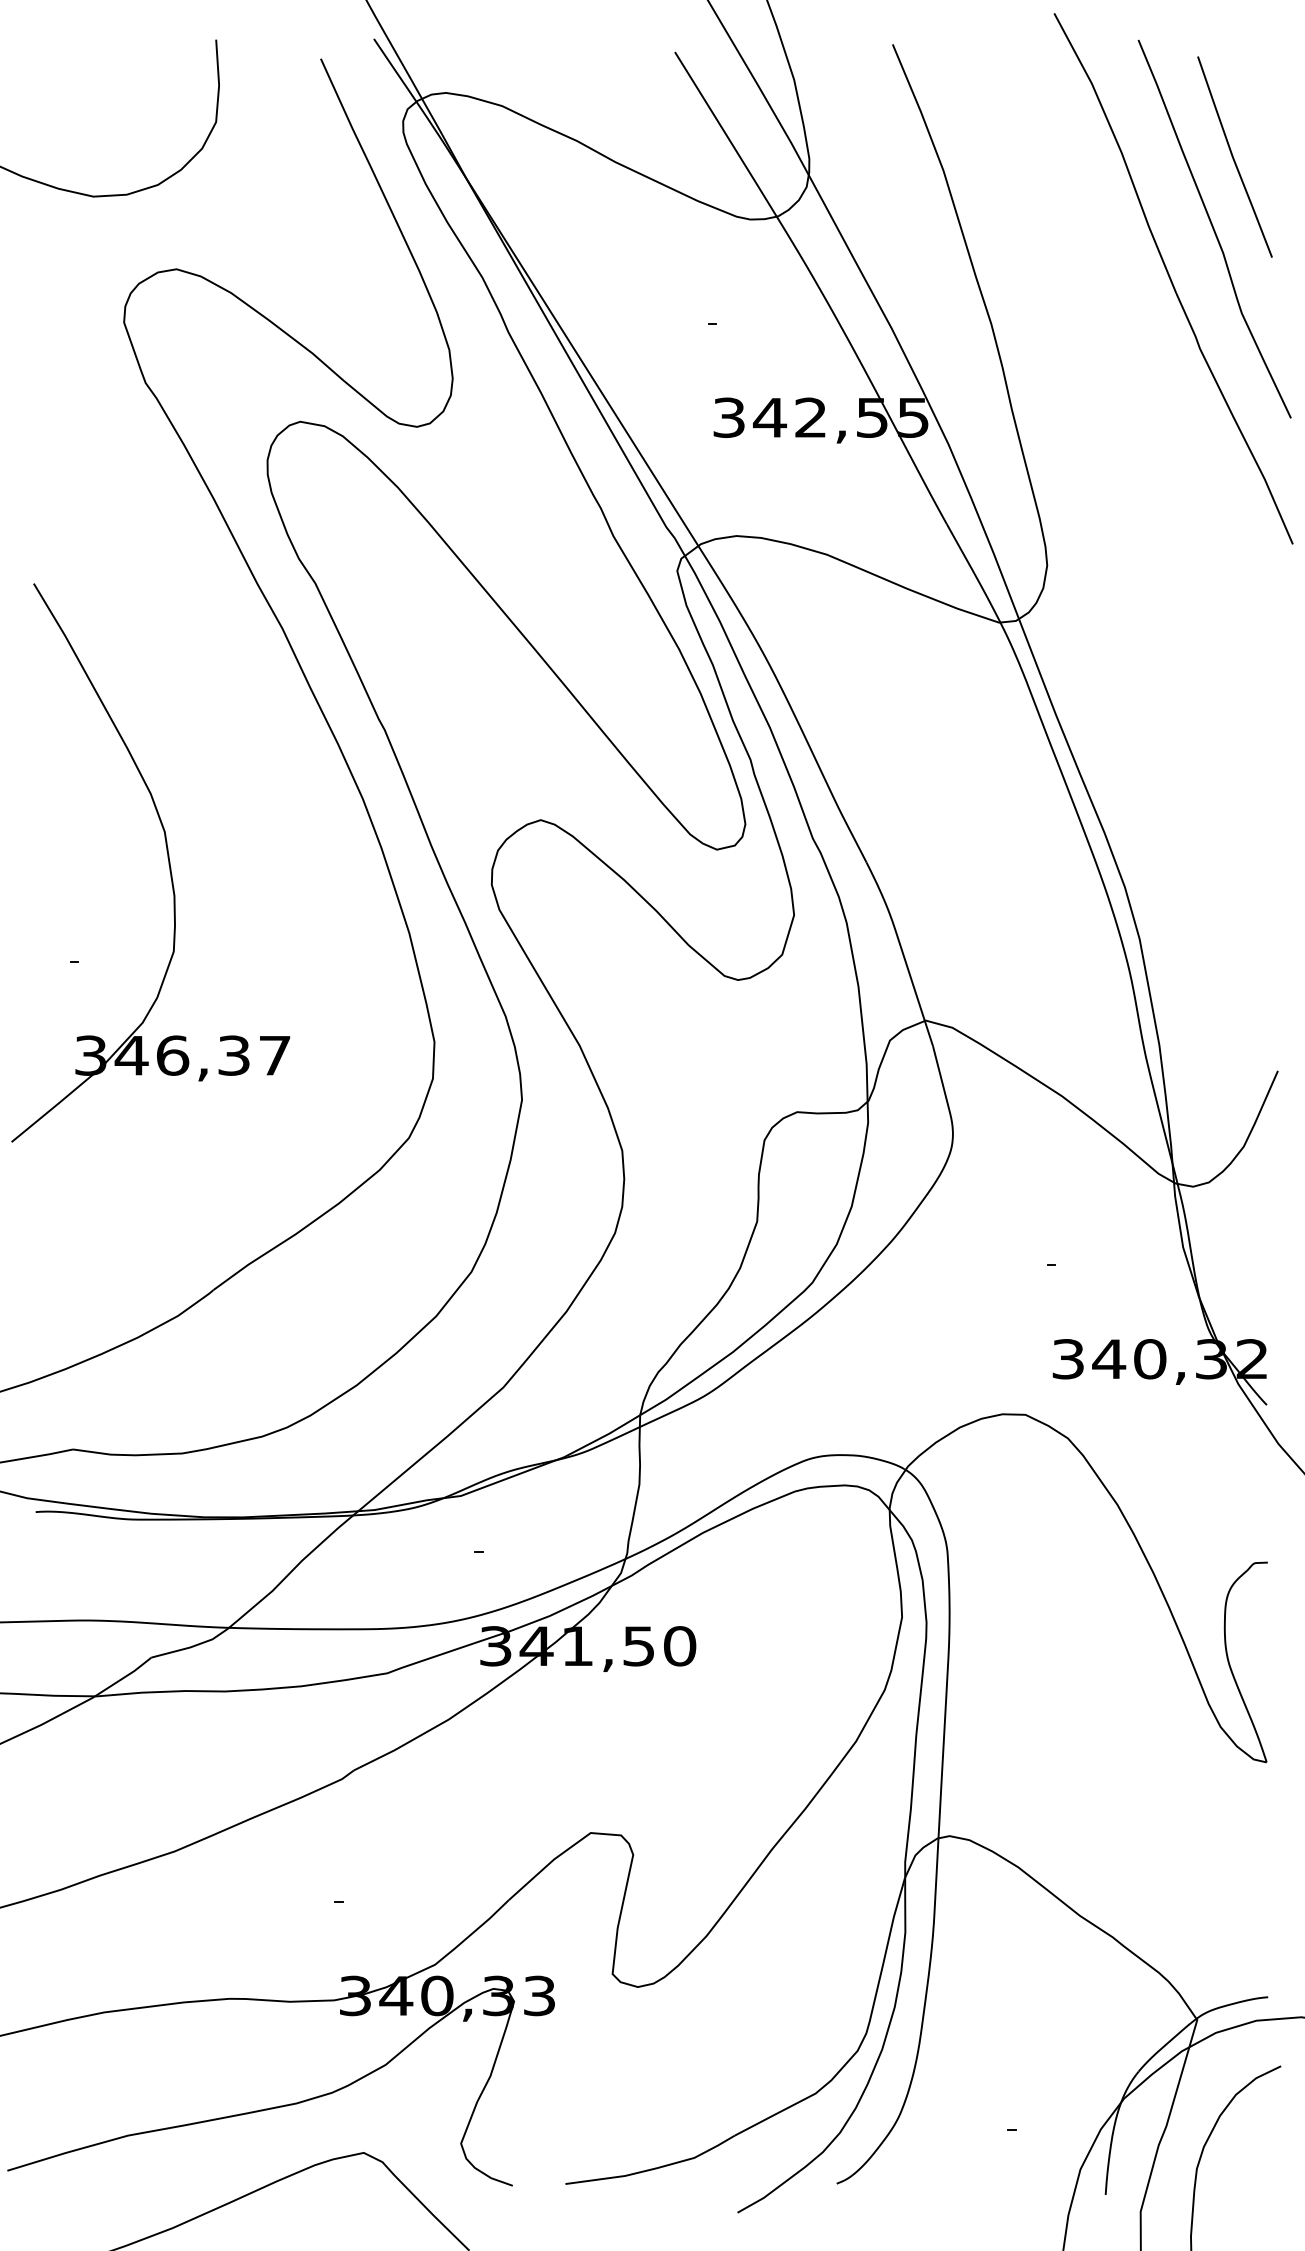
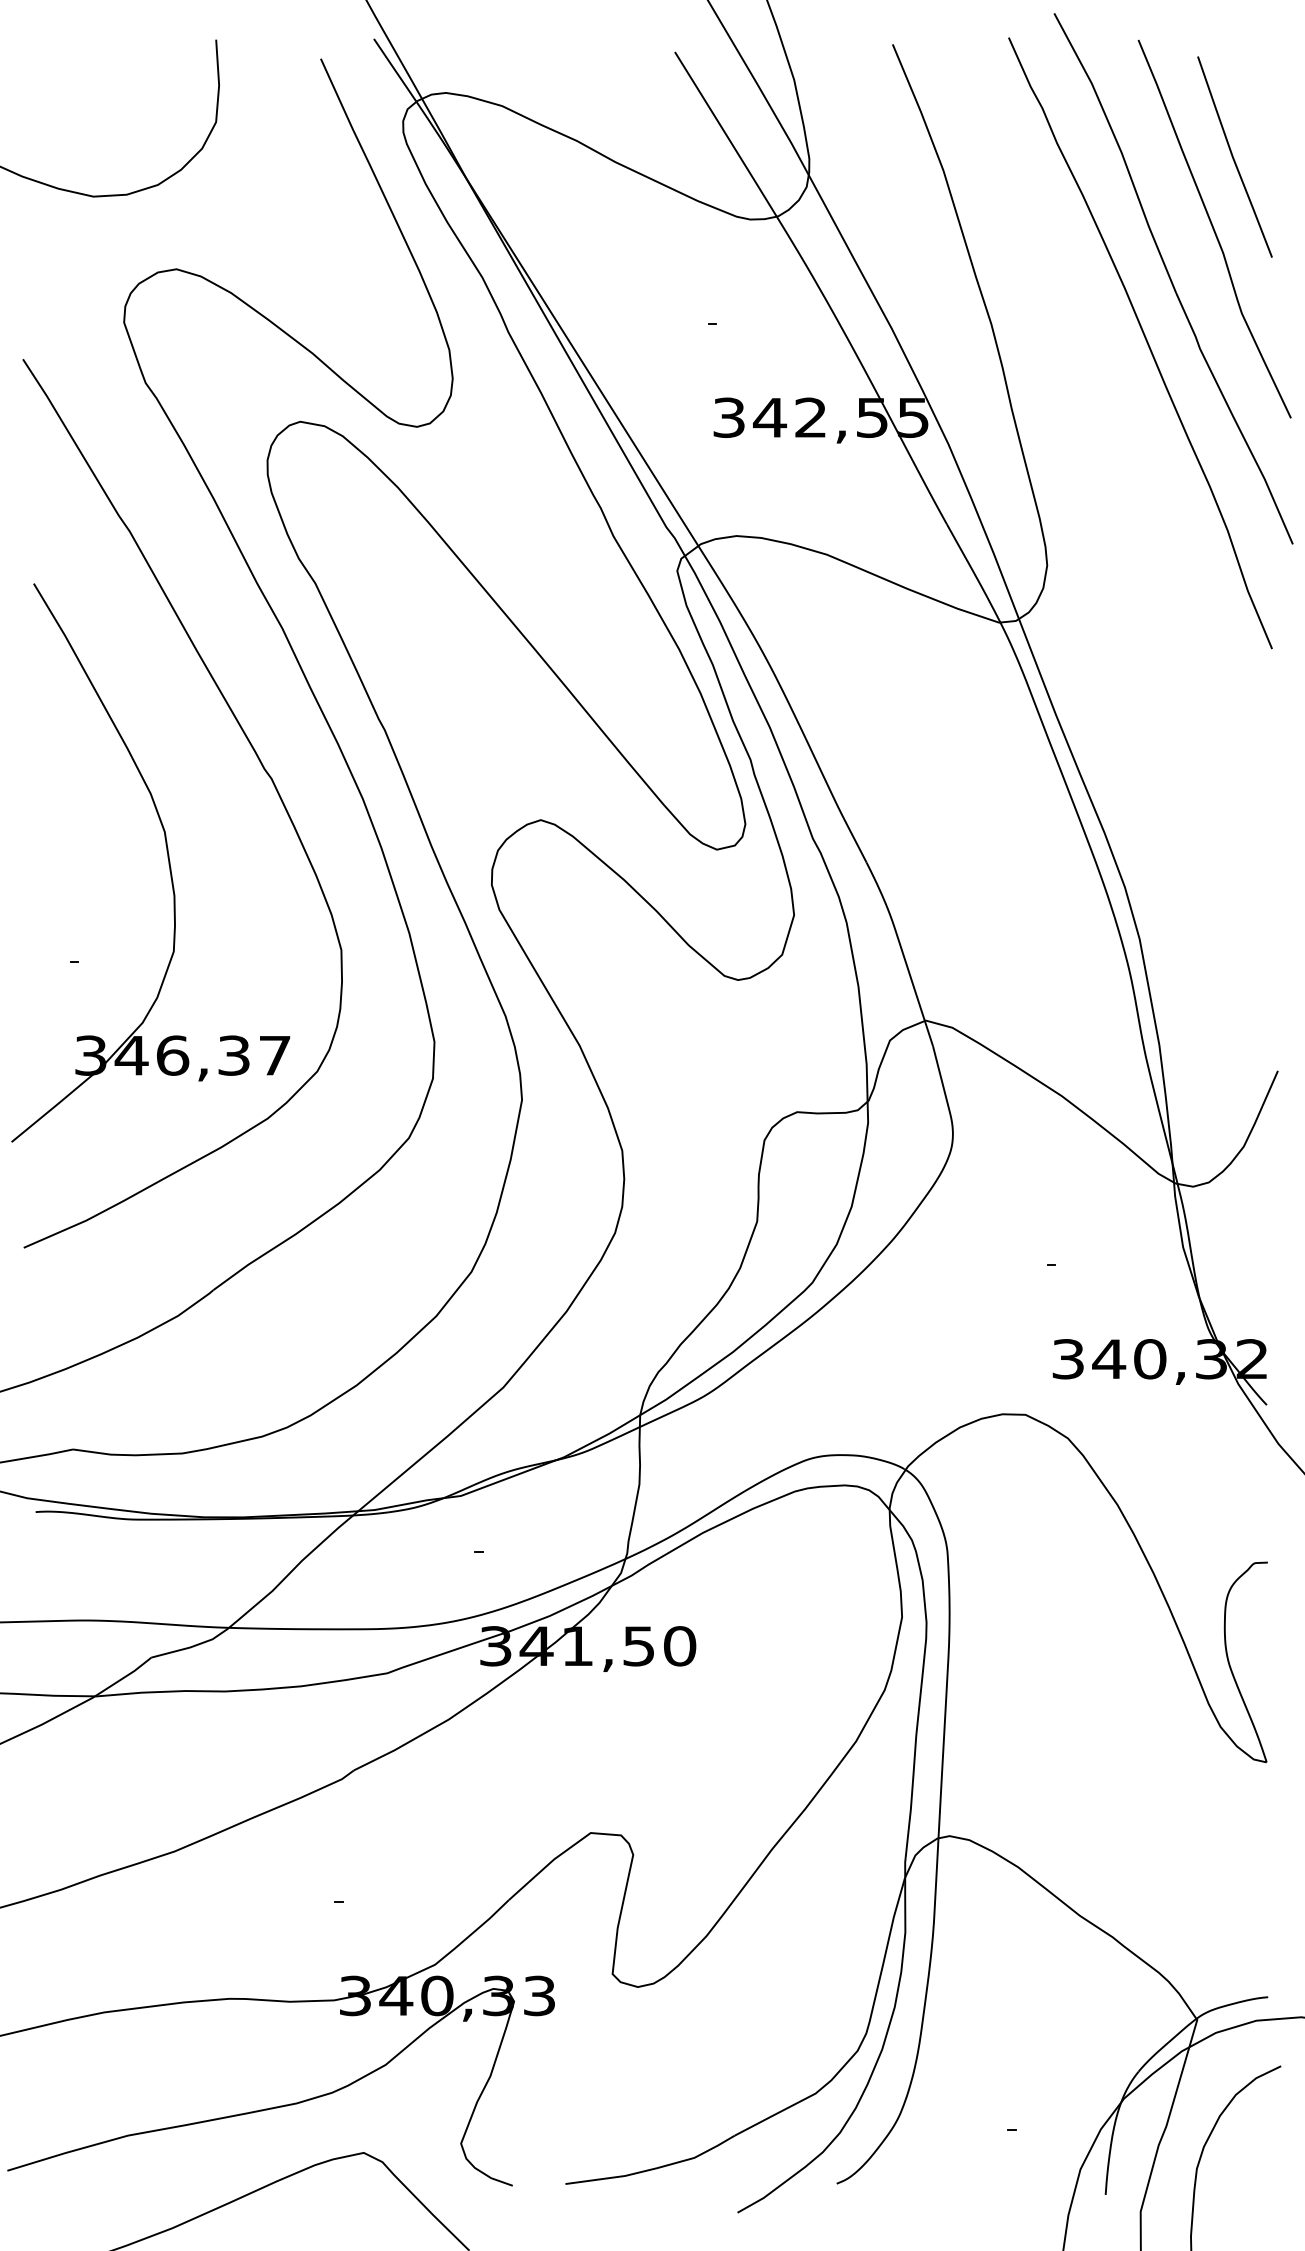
curve at (1145, 340): none -> present
curve at (259, 762): none -> present
